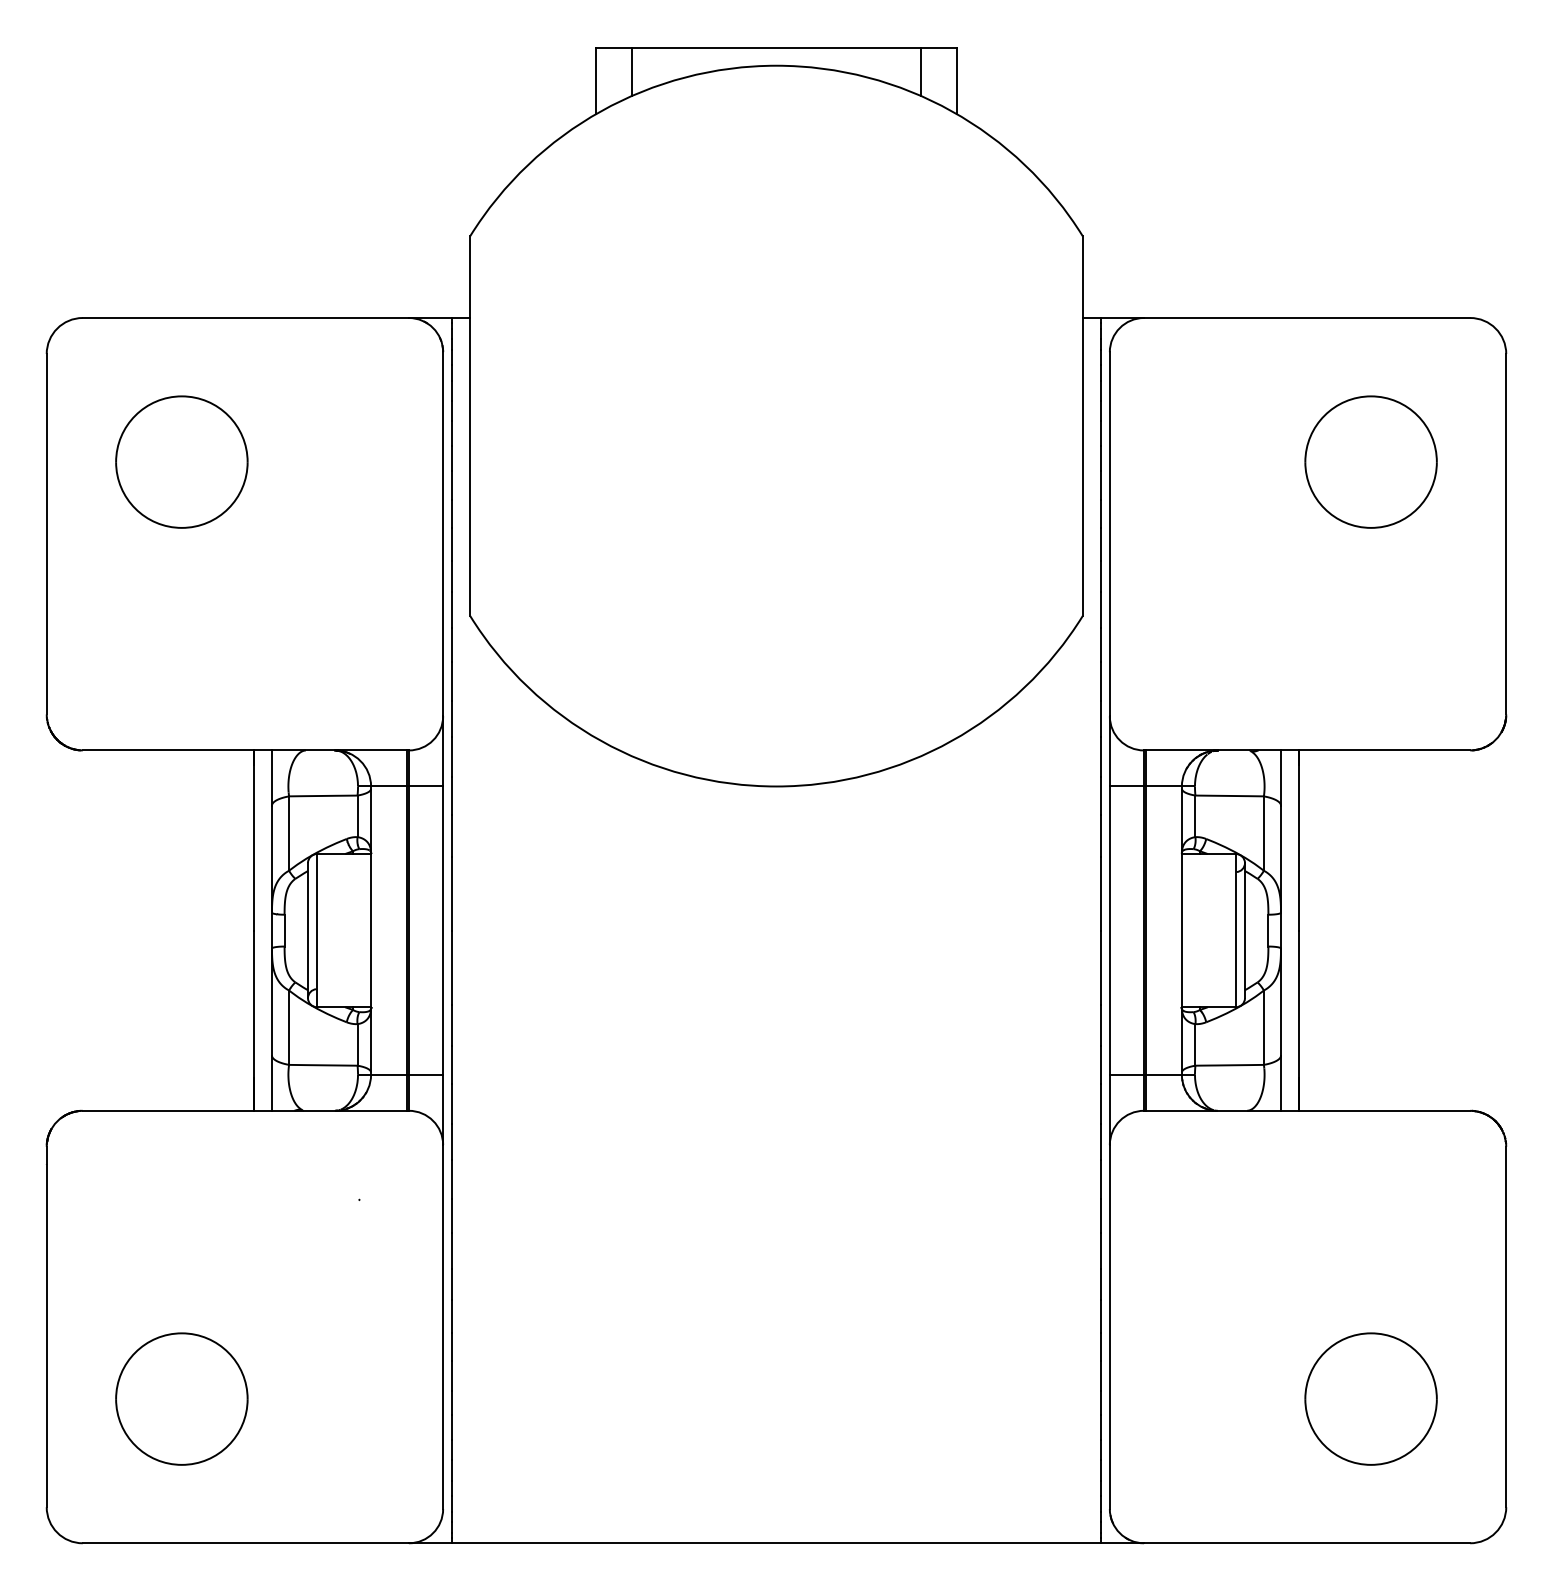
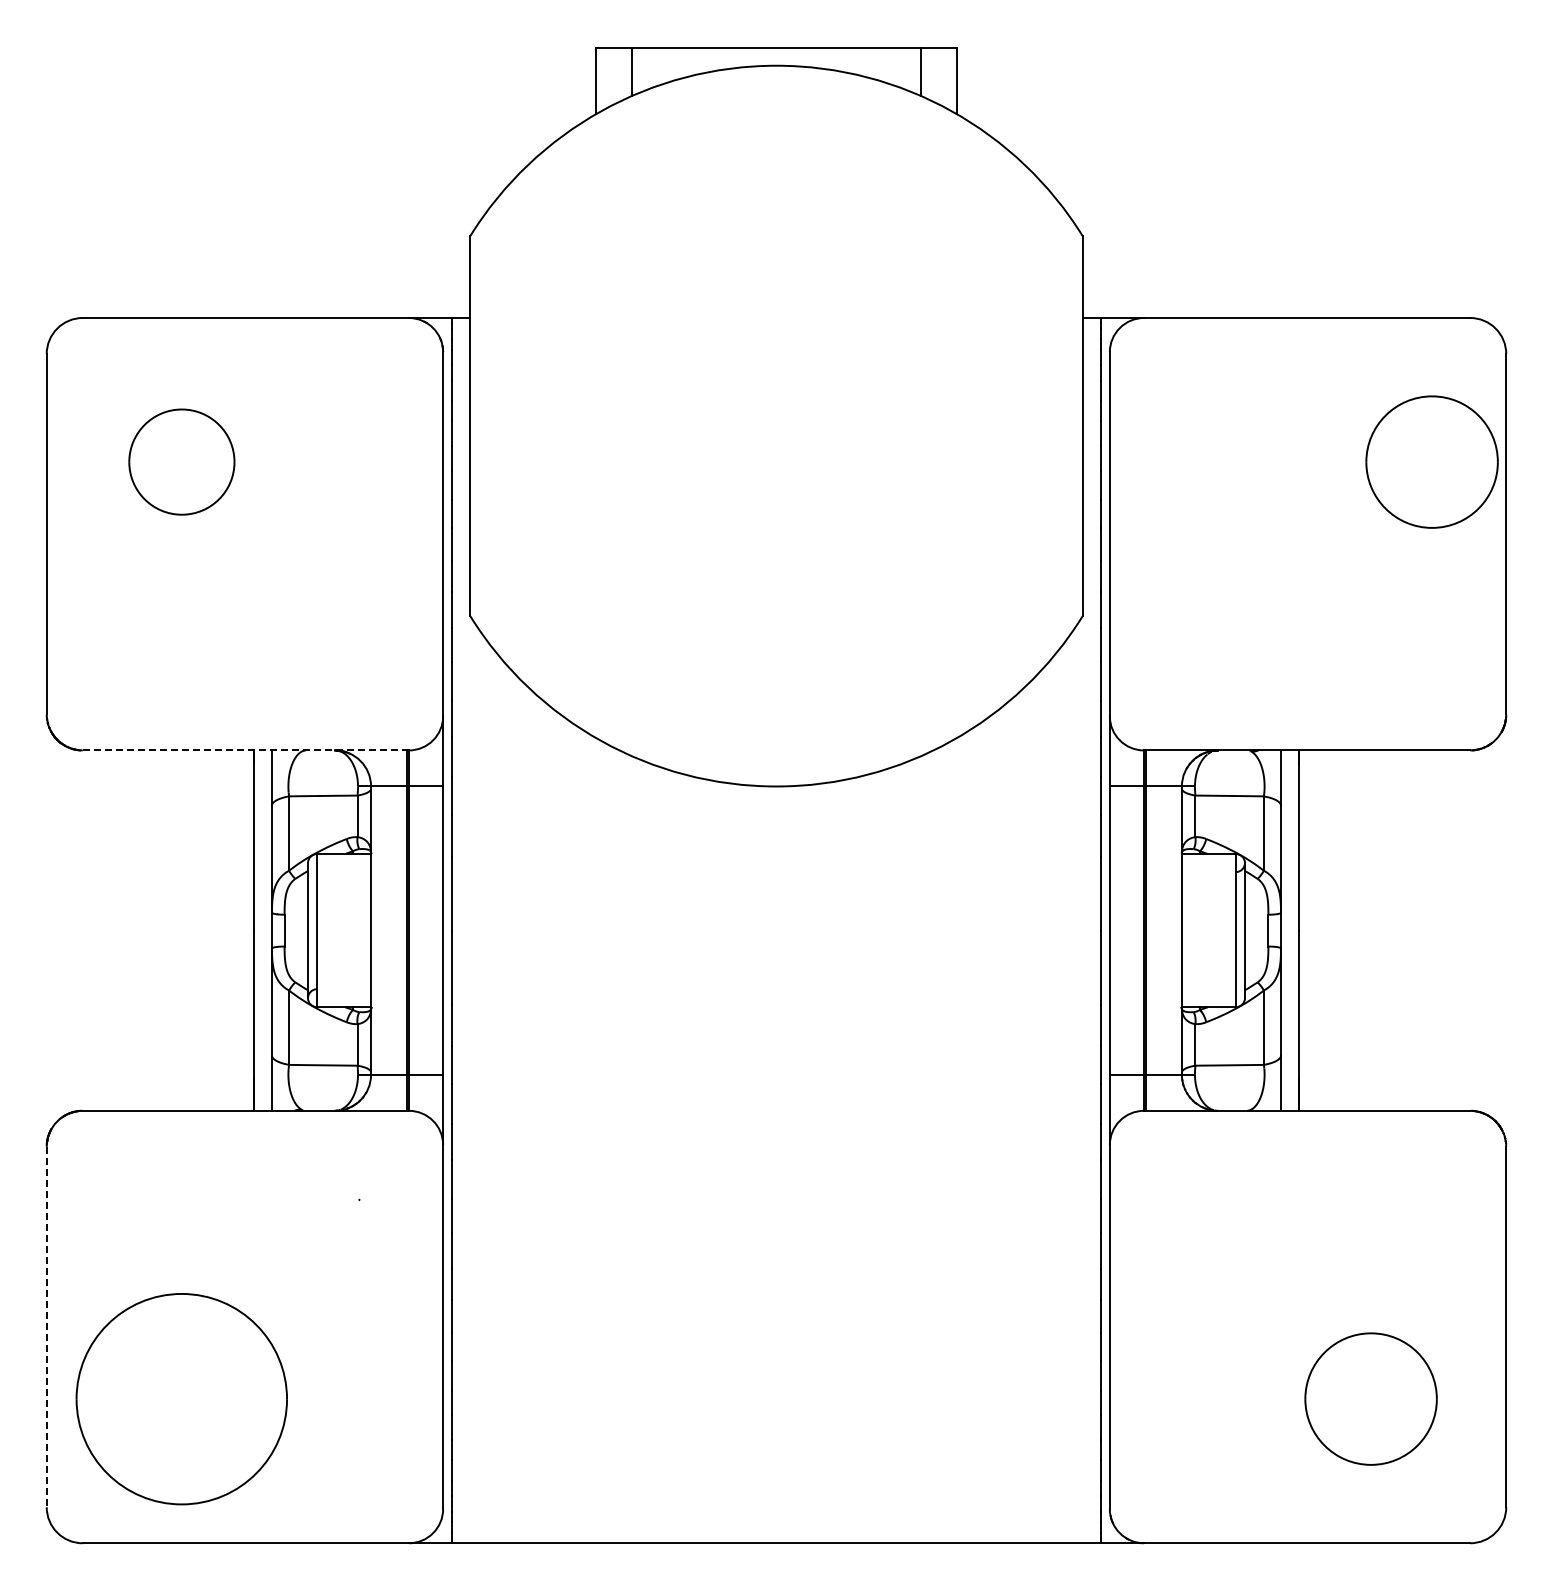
part at (181, 461) size: 134x134 px -> 108x108 px
part at (1370, 461) position: (1370, 461) -> (1431, 461)
line at (245, 750): solid -> dashed
line at (46, 1327): solid -> dashed
part at (181, 1398) size: 134x134 px -> 213x213 px
